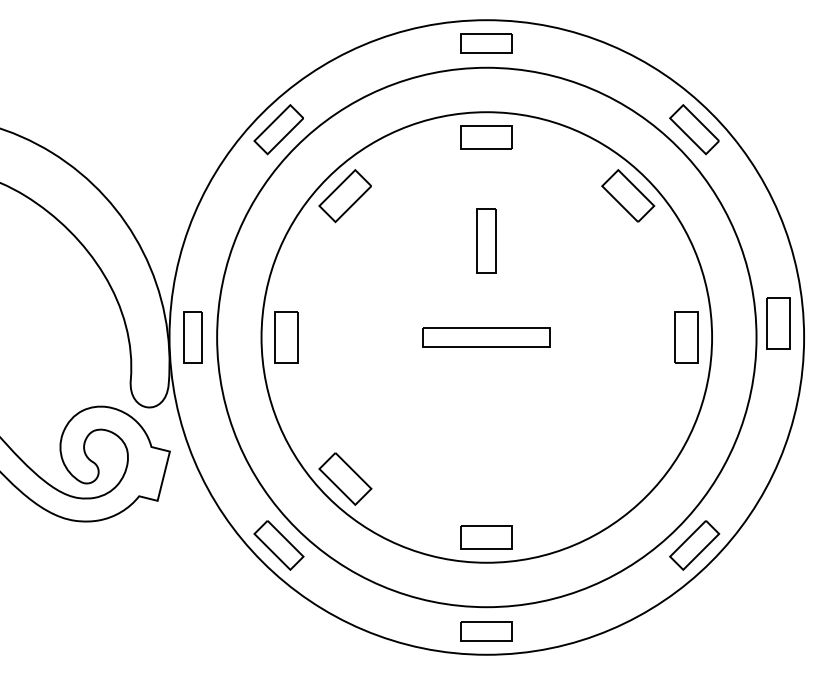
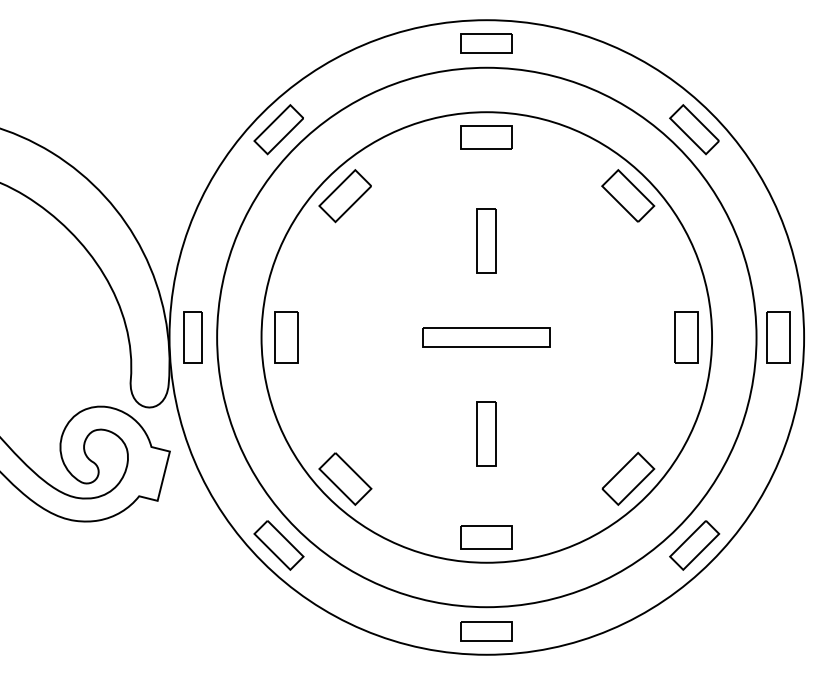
part at (778, 323) position: (778, 323) -> (778, 337)
part at (486, 433): none -> present
part at (628, 478): none -> present
